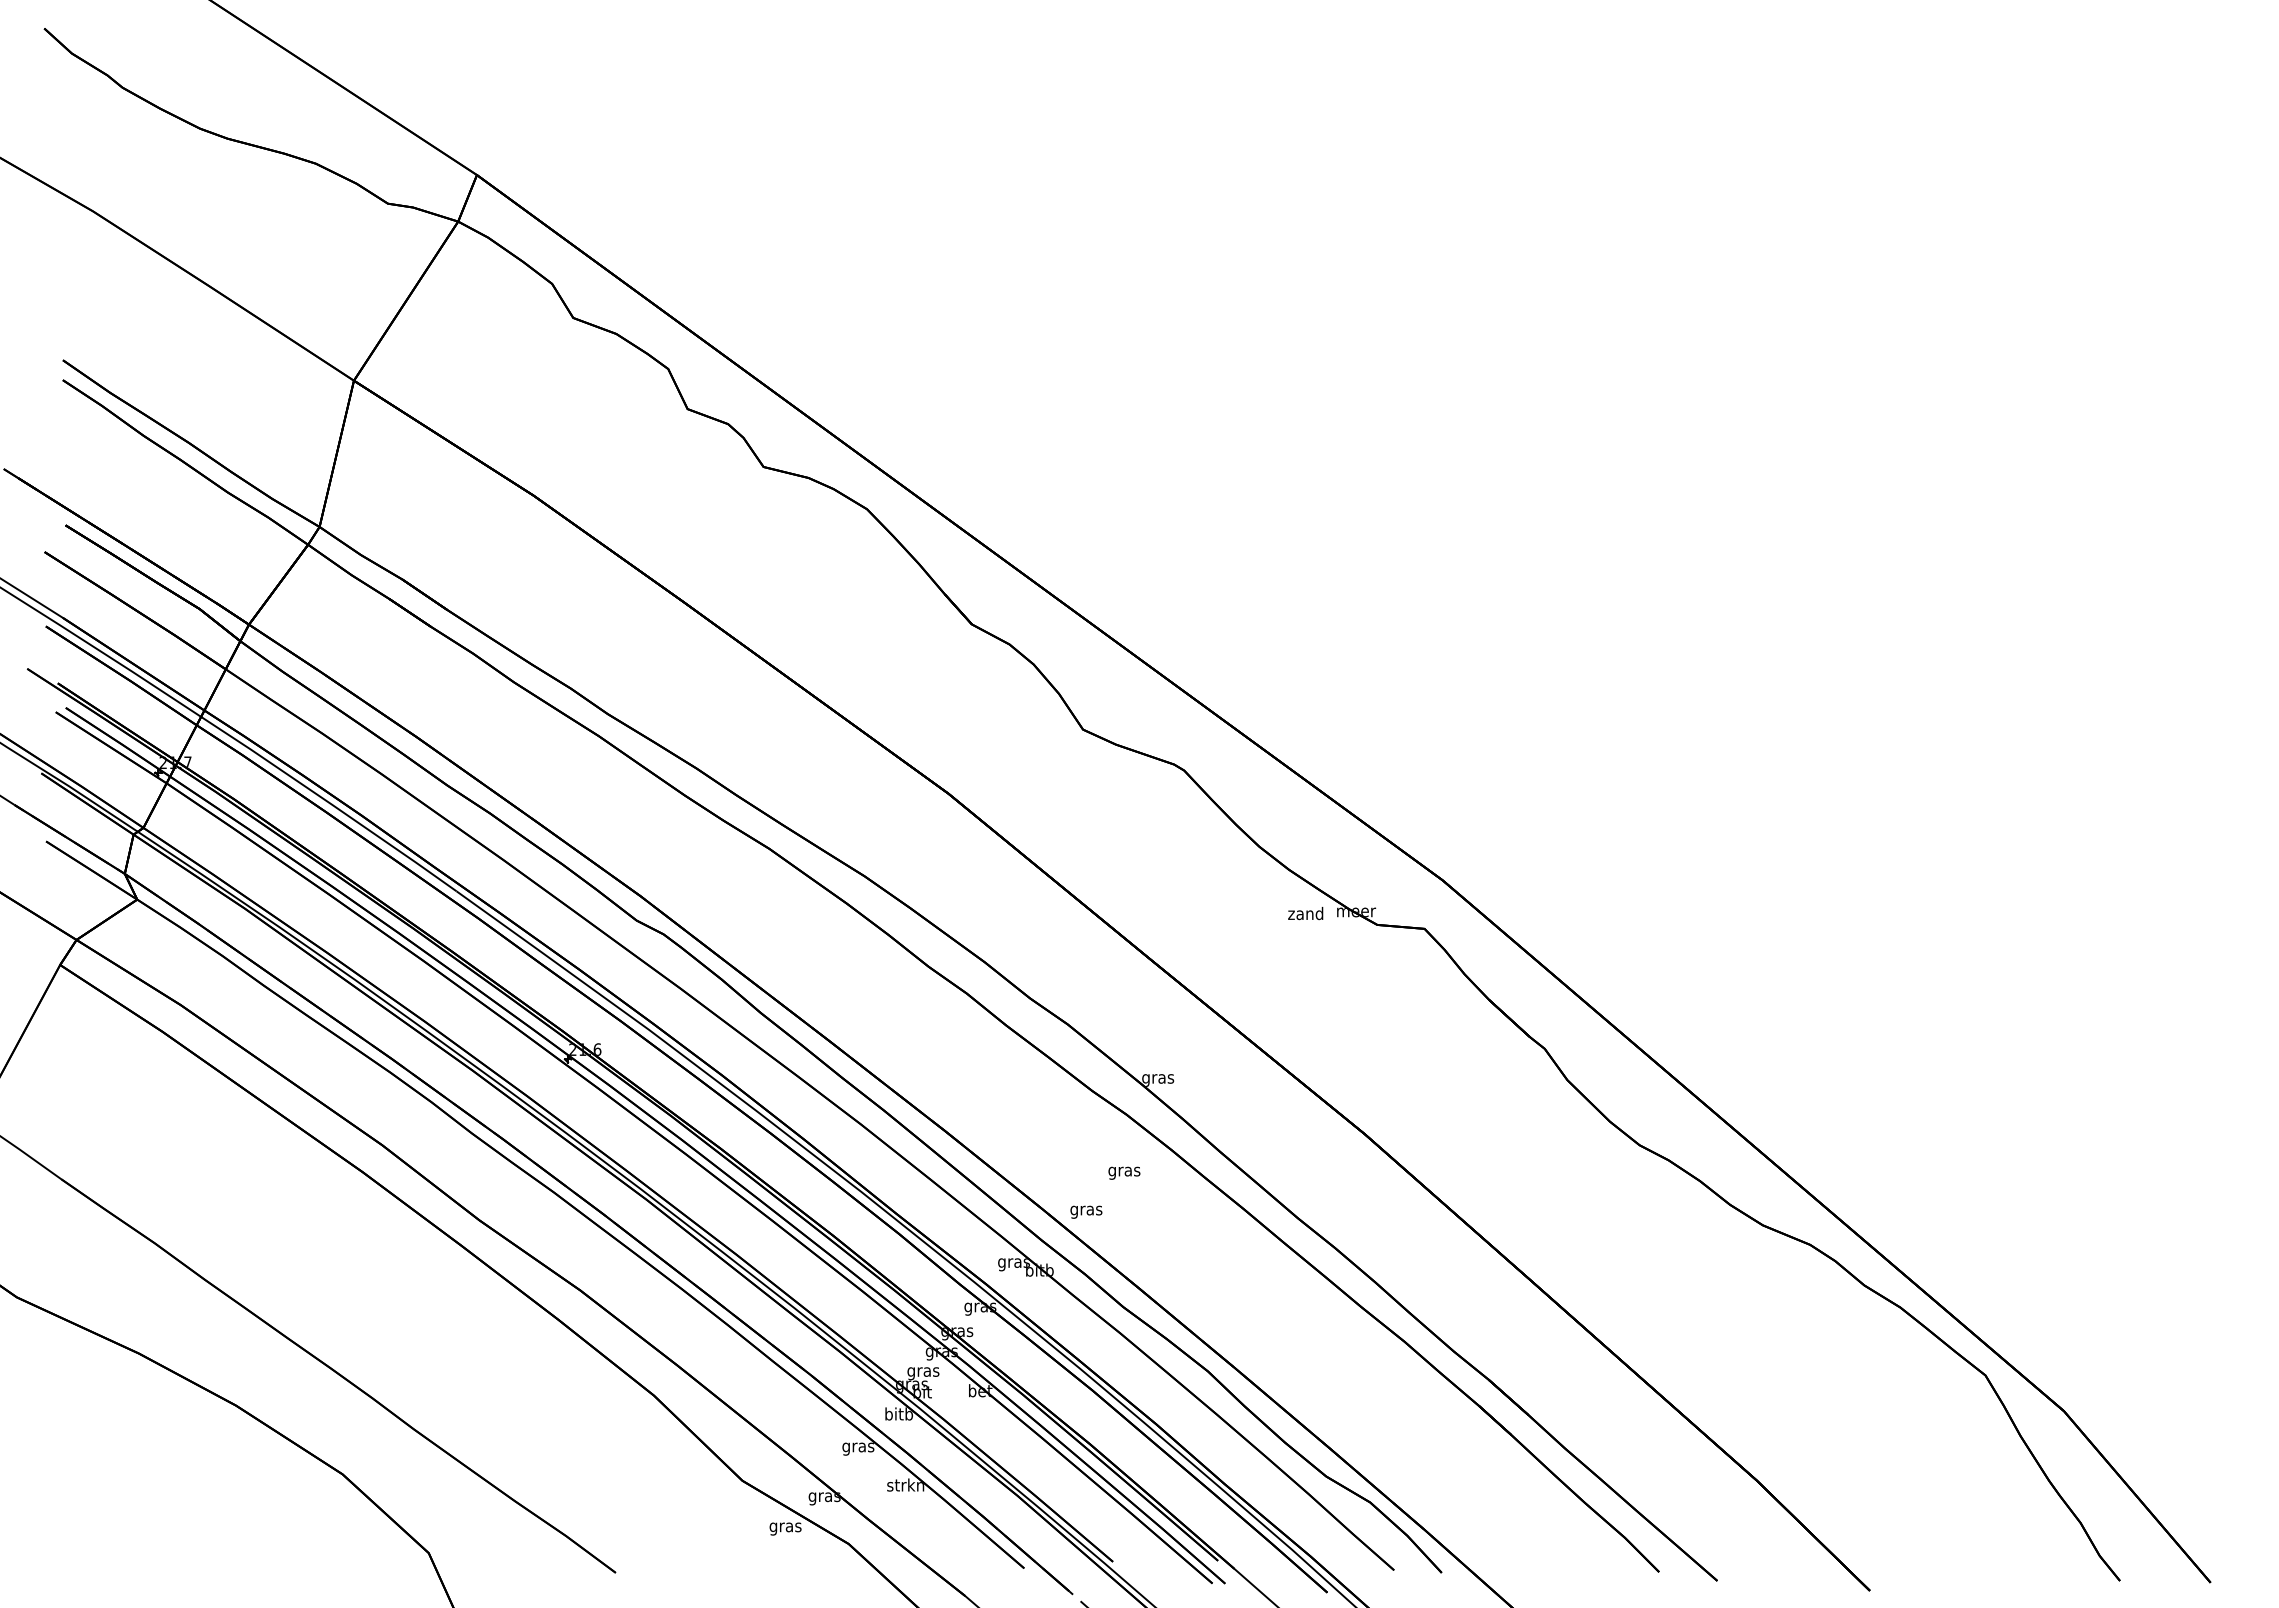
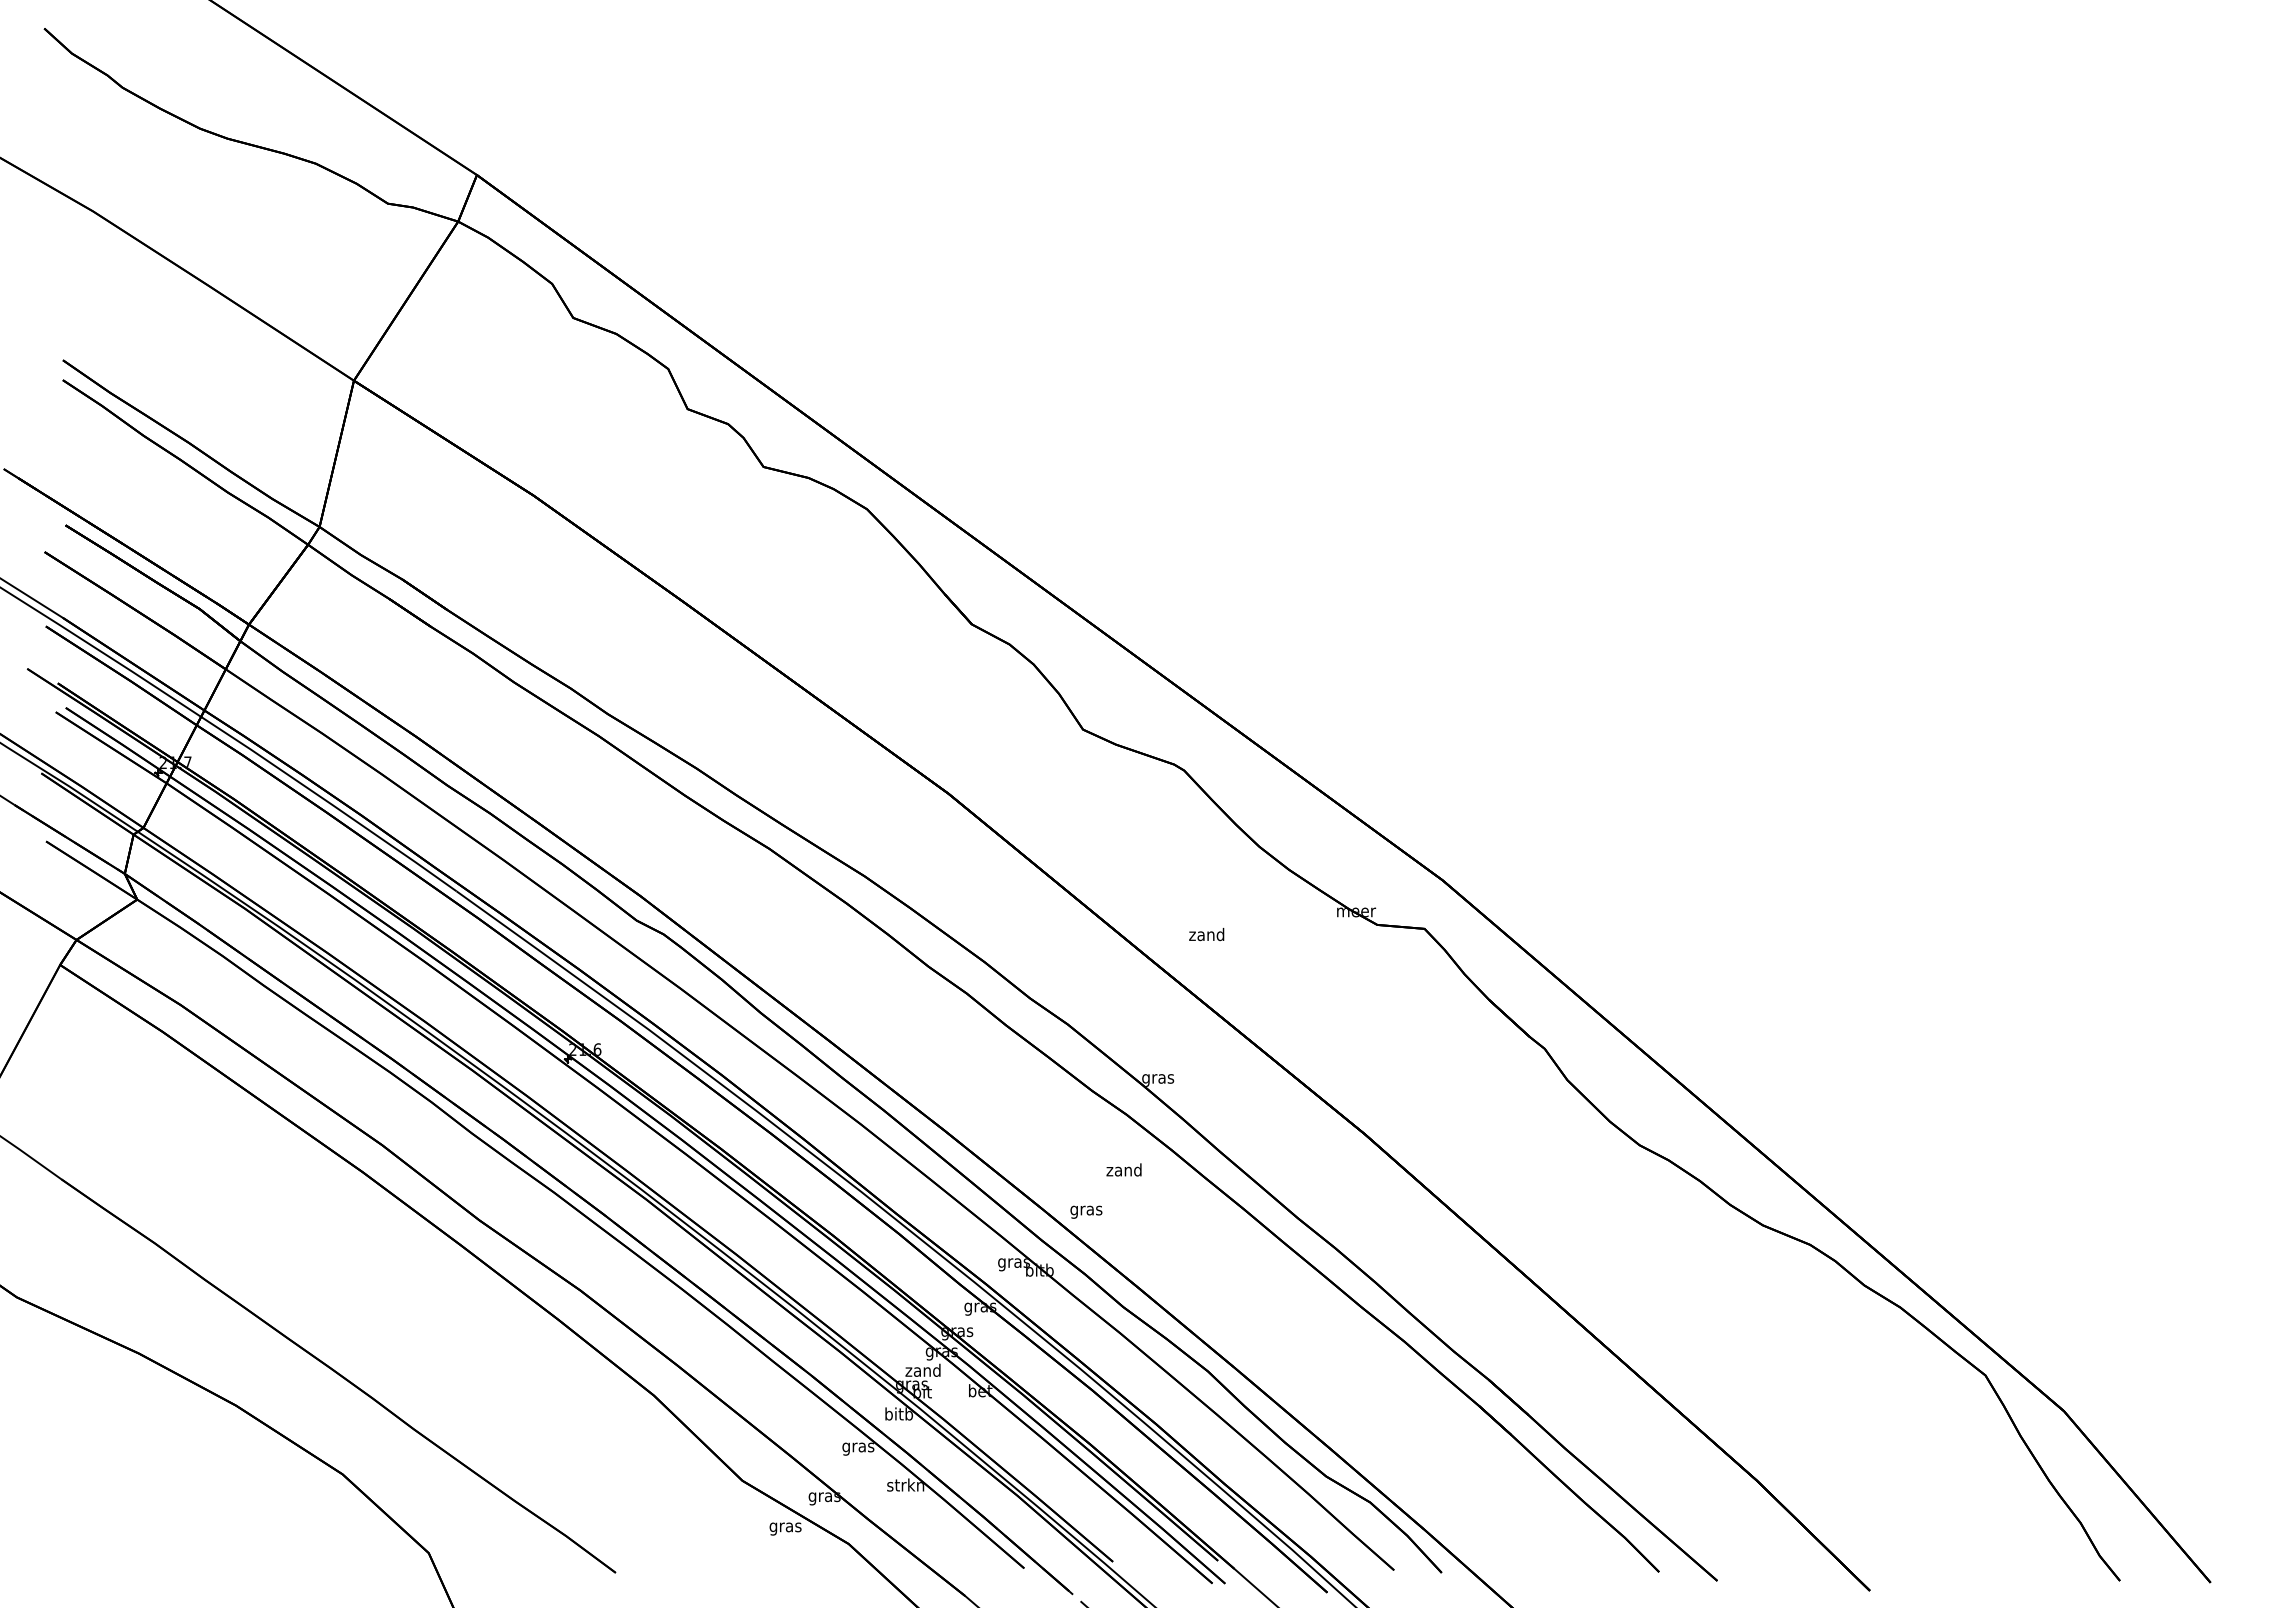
text at (1305, 913) position: (1305, 913) -> (1206, 934)
text at (1123, 1171): gras -> zand
text at (922, 1371): gras -> zand
